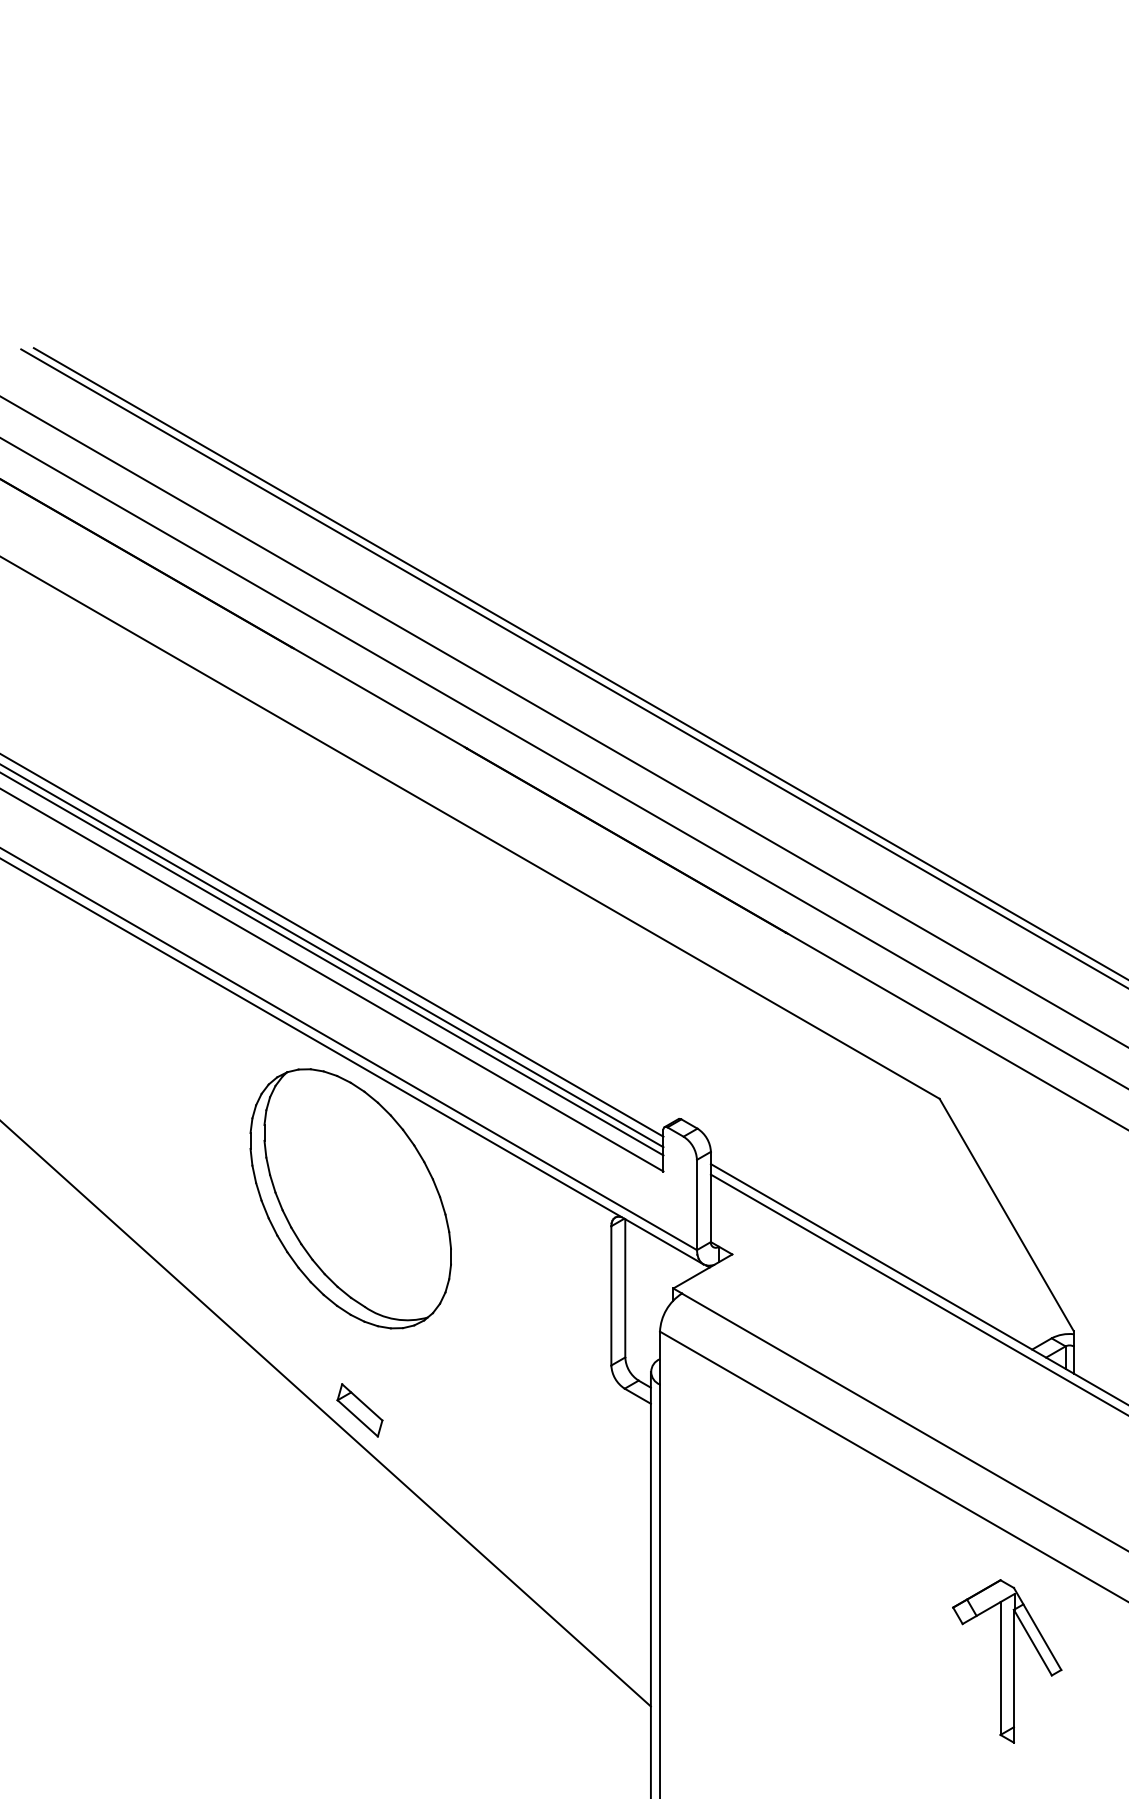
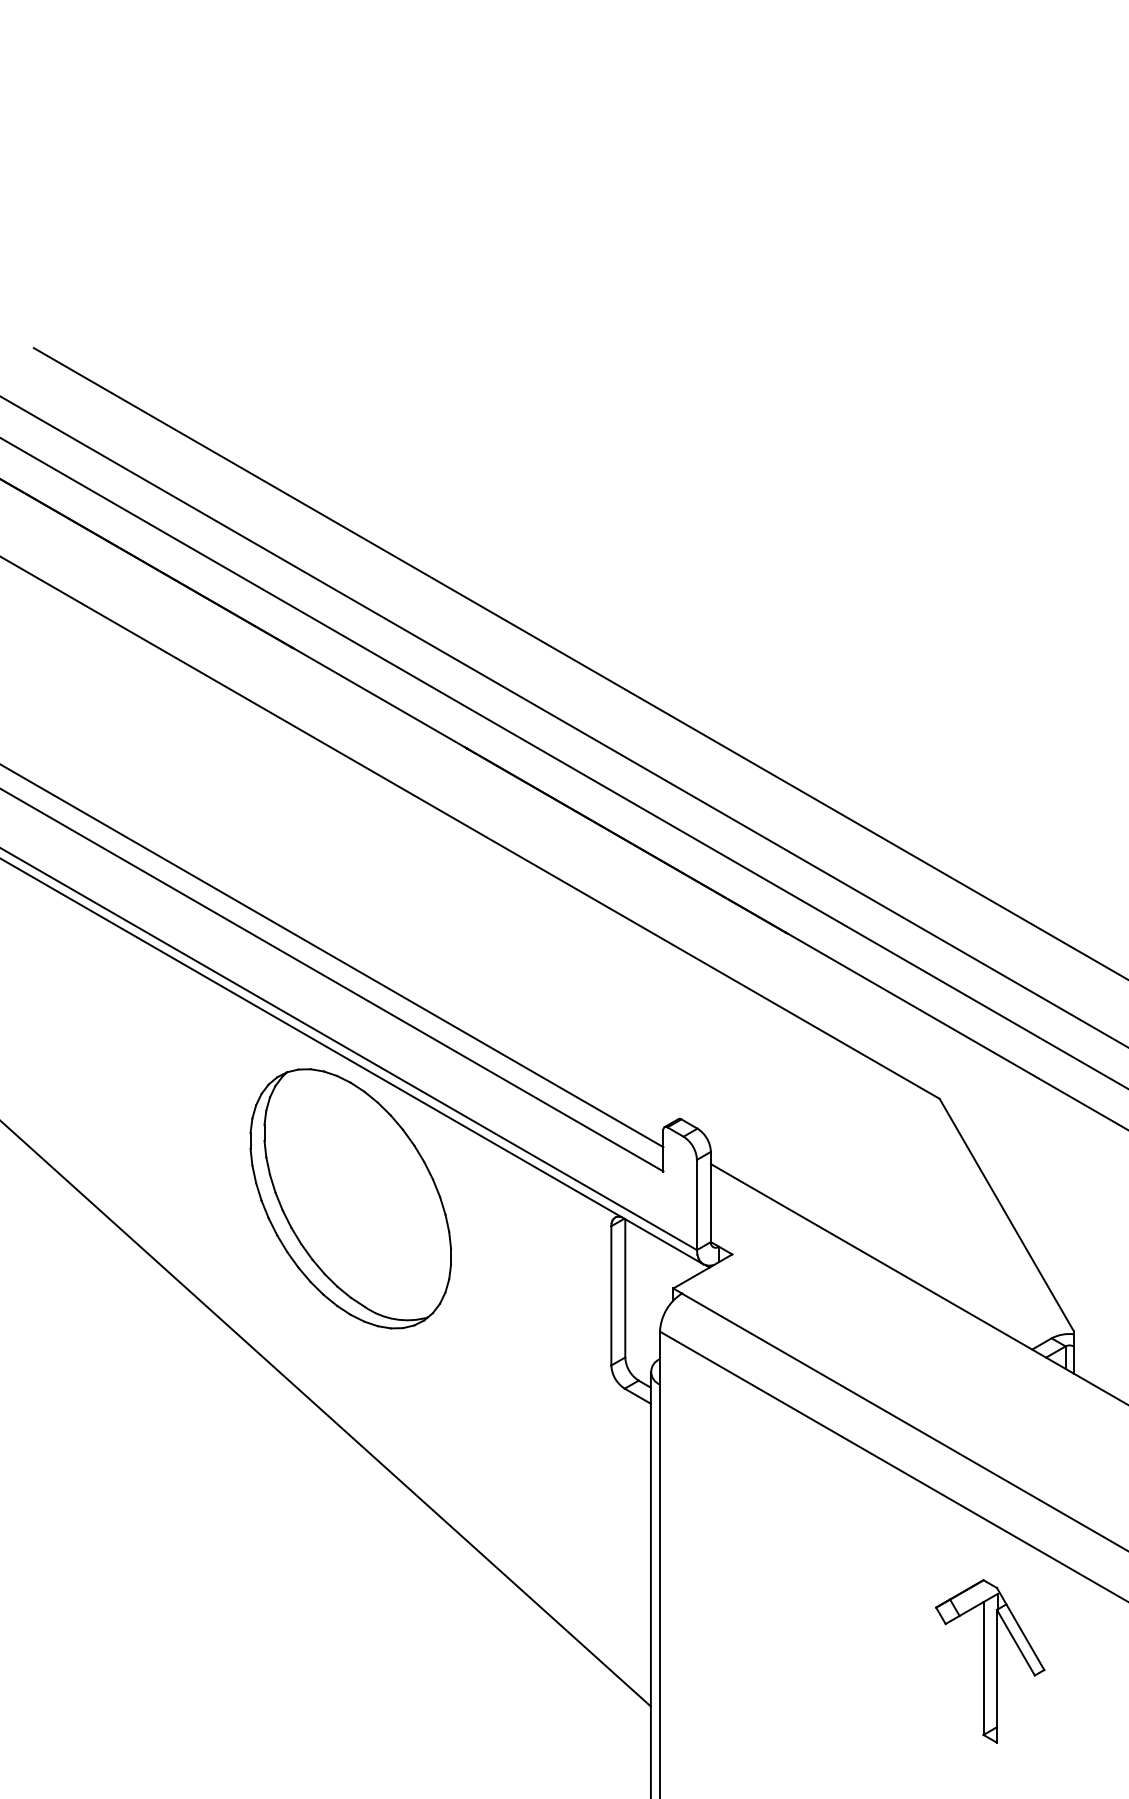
line at (573, 667): present -> none
line at (332, 945): present -> none
line at (332, 964): present -> none
line at (917, 1293): present -> none
part at (359, 1410): present -> none
part at (1007, 1661) position: (1007, 1661) -> (990, 1661)
